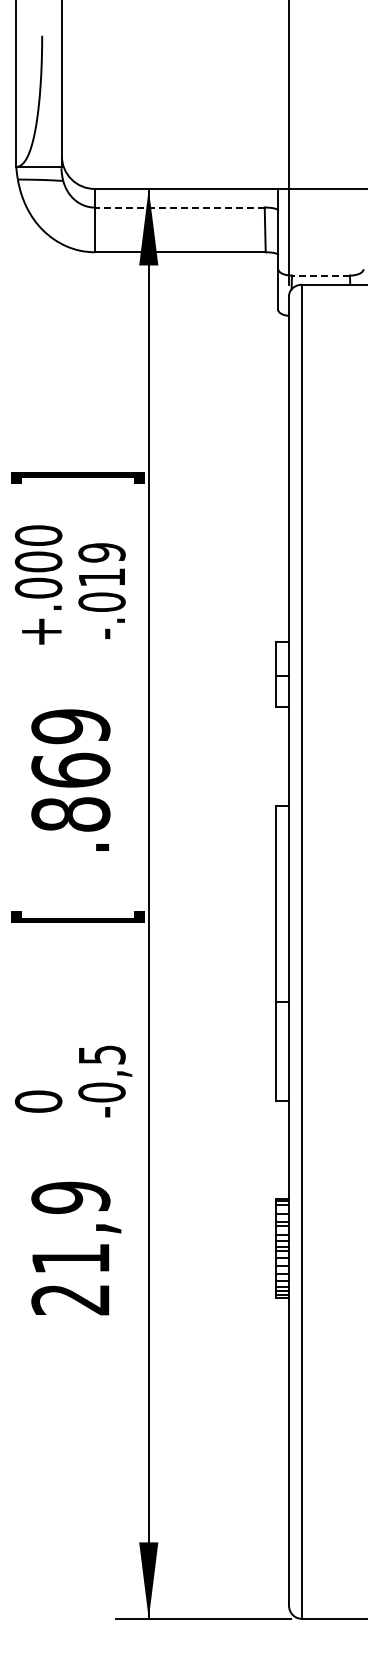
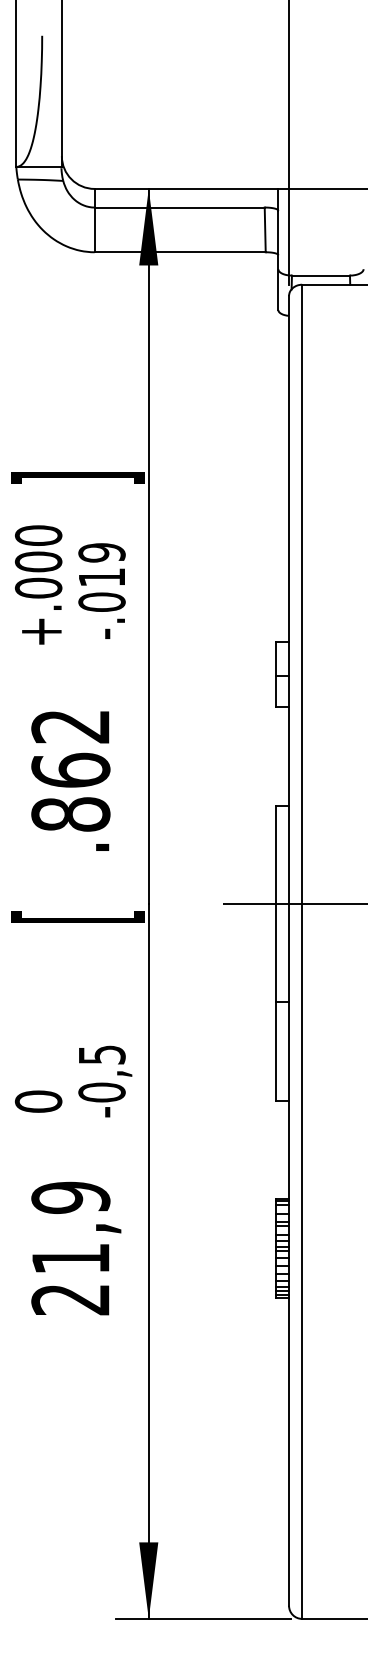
line at (179, 207): dashed -> solid
line at (320, 275): dashed -> solid
text at (70, 726): .869 -> .862
line at (293, 903): none -> present
